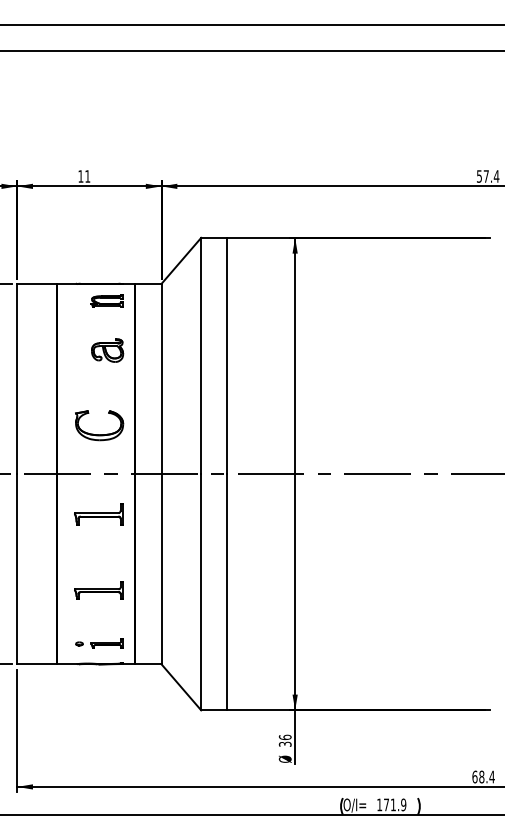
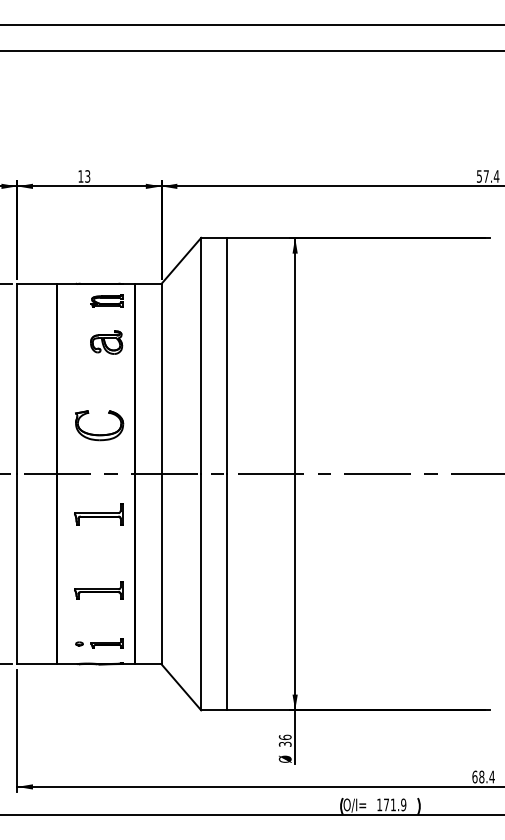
text at (87, 176): 11 -> 13
part at (107, 350) position: (107, 350) -> (106, 342)
